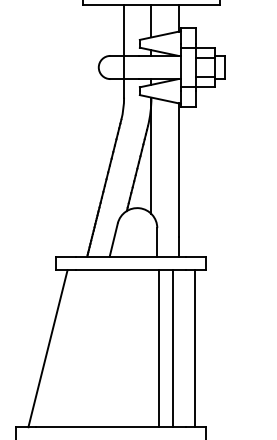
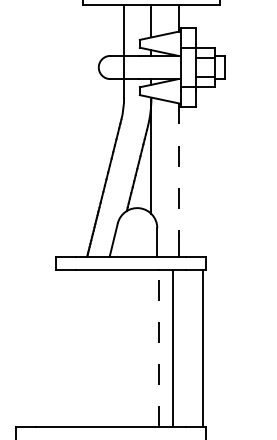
line at (178, 170): solid -> dashed
line at (47, 348): present -> none
line at (159, 348): solid -> dashed
line at (194, 348) position: (194, 348) -> (202, 348)
